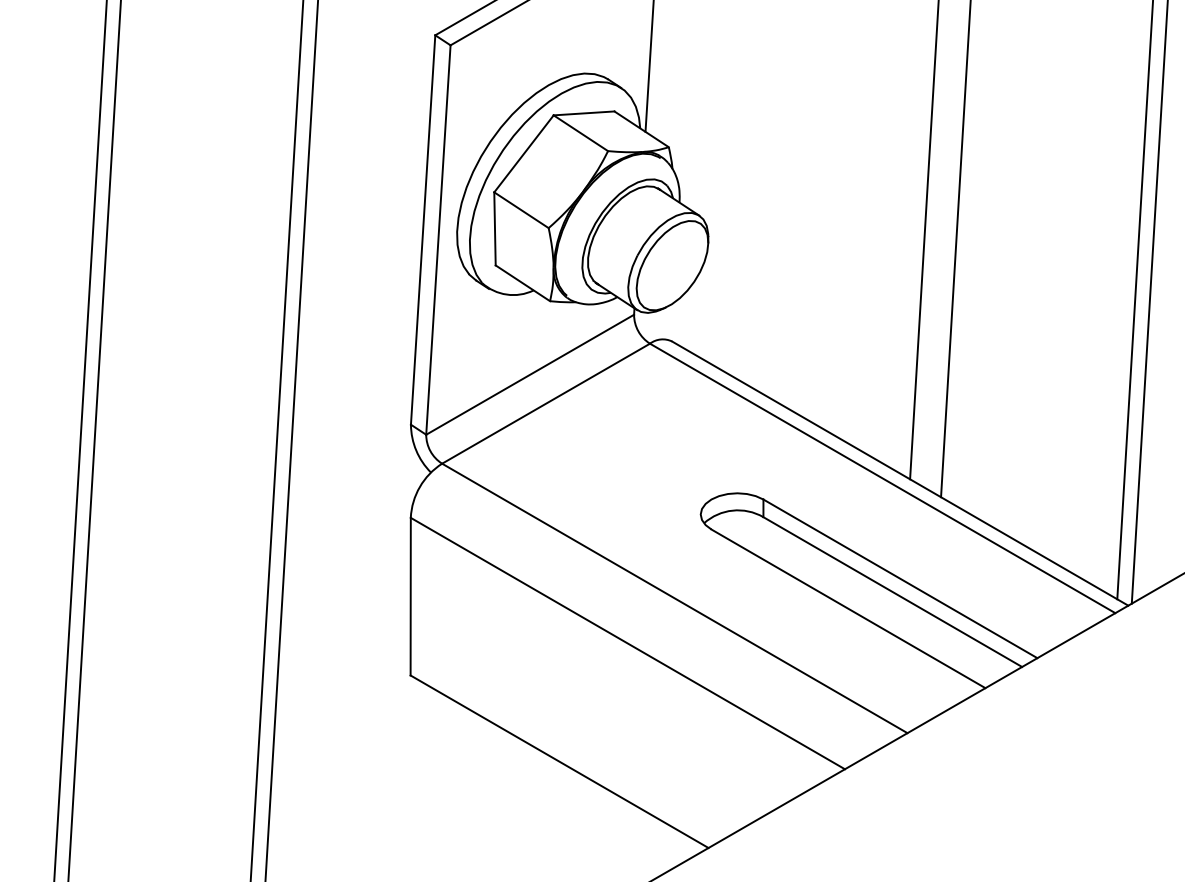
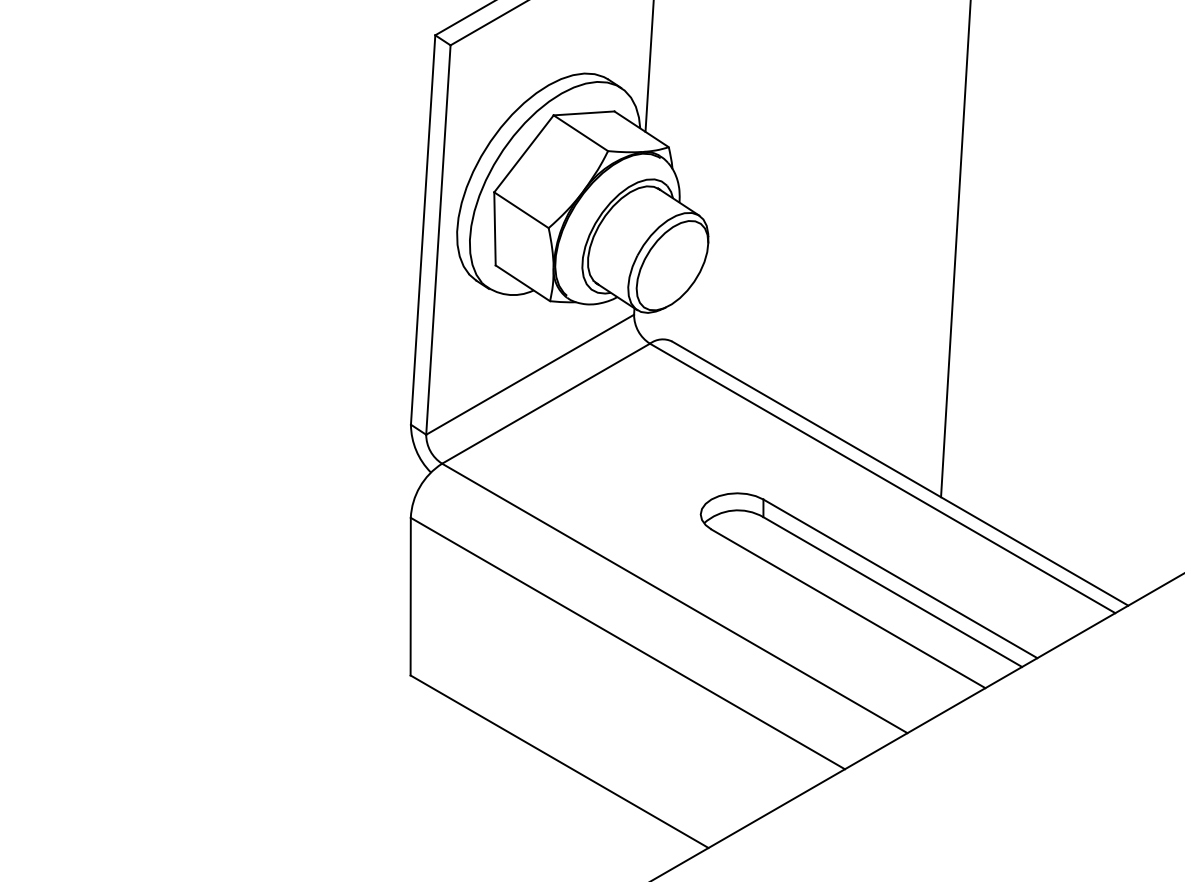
line at (924, 240): present -> none
line at (1134, 300): present -> none
line at (1149, 302): present -> none
line at (80, 440): present -> none
line at (94, 440): present -> none
line at (276, 440): present -> none
line at (291, 440): present -> none
